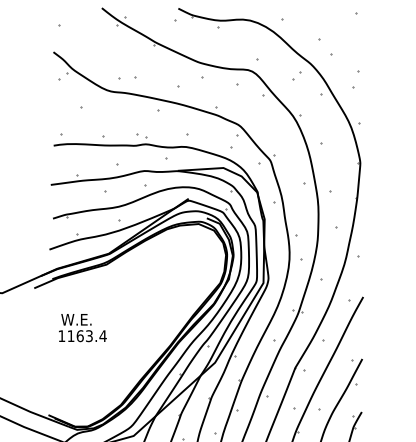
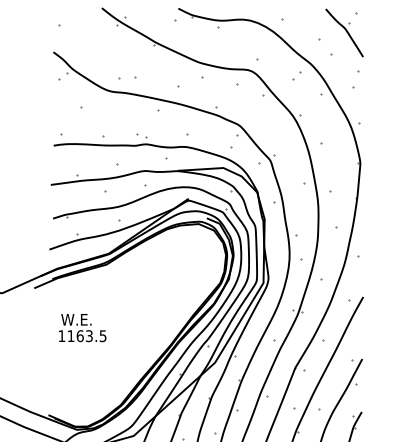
part at (344, 32): none -> present
text at (102, 336): 1163.4 -> 1163.5
